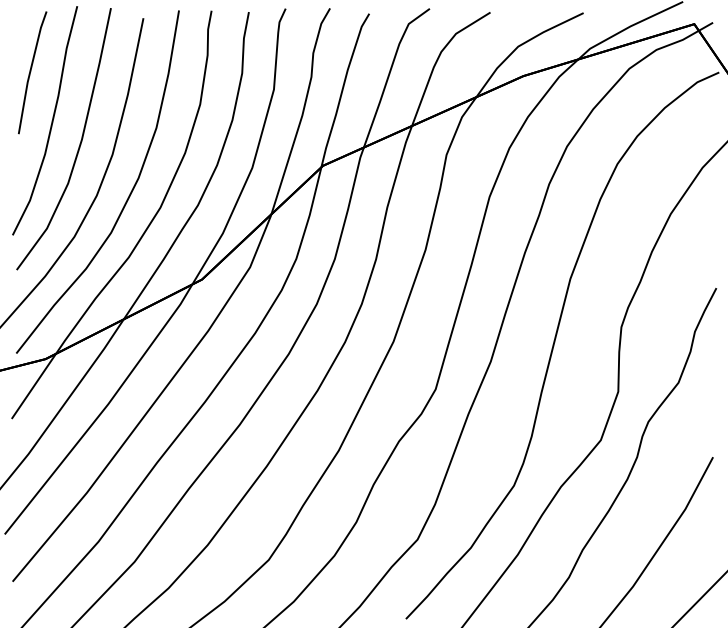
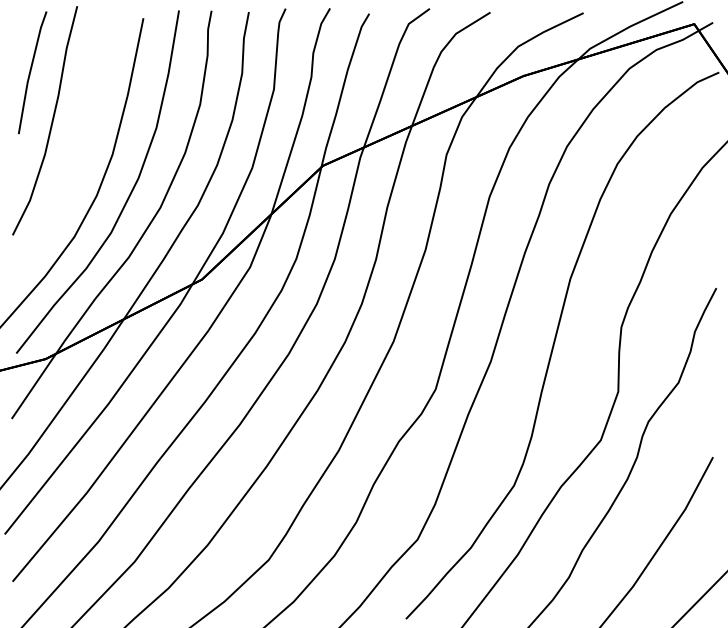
curve at (79, 143): present -> none
